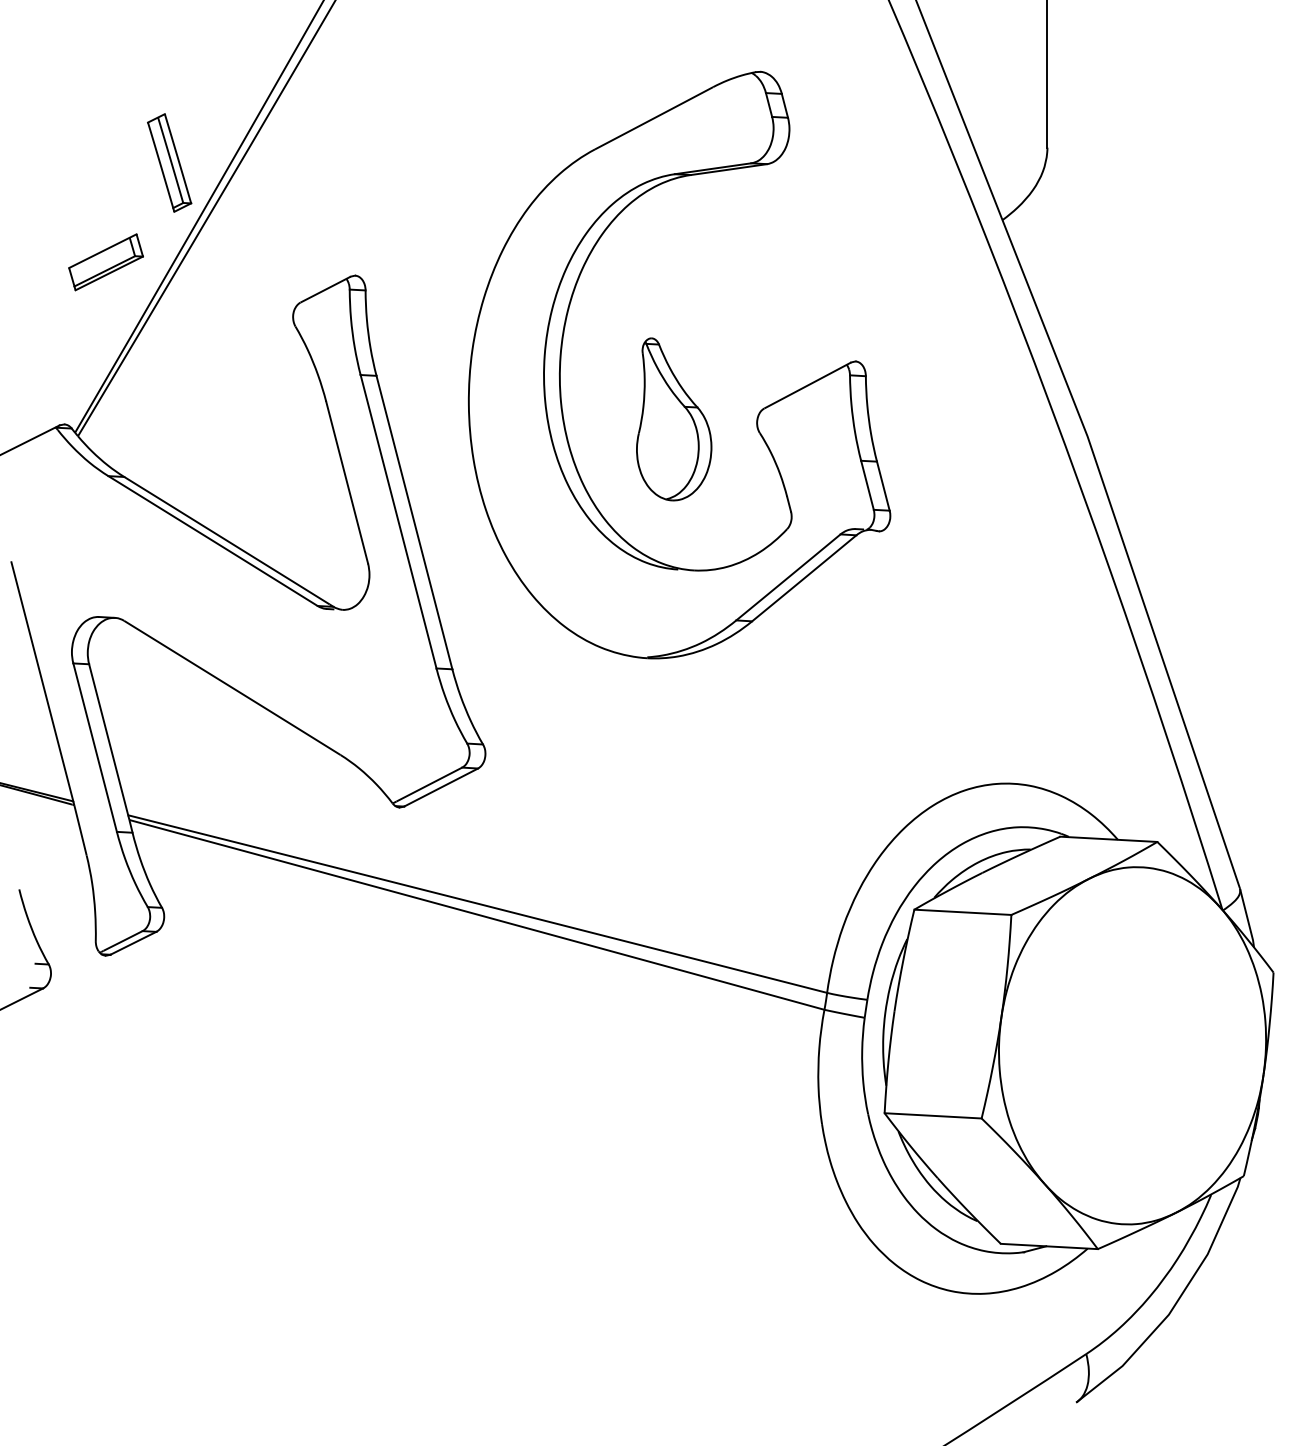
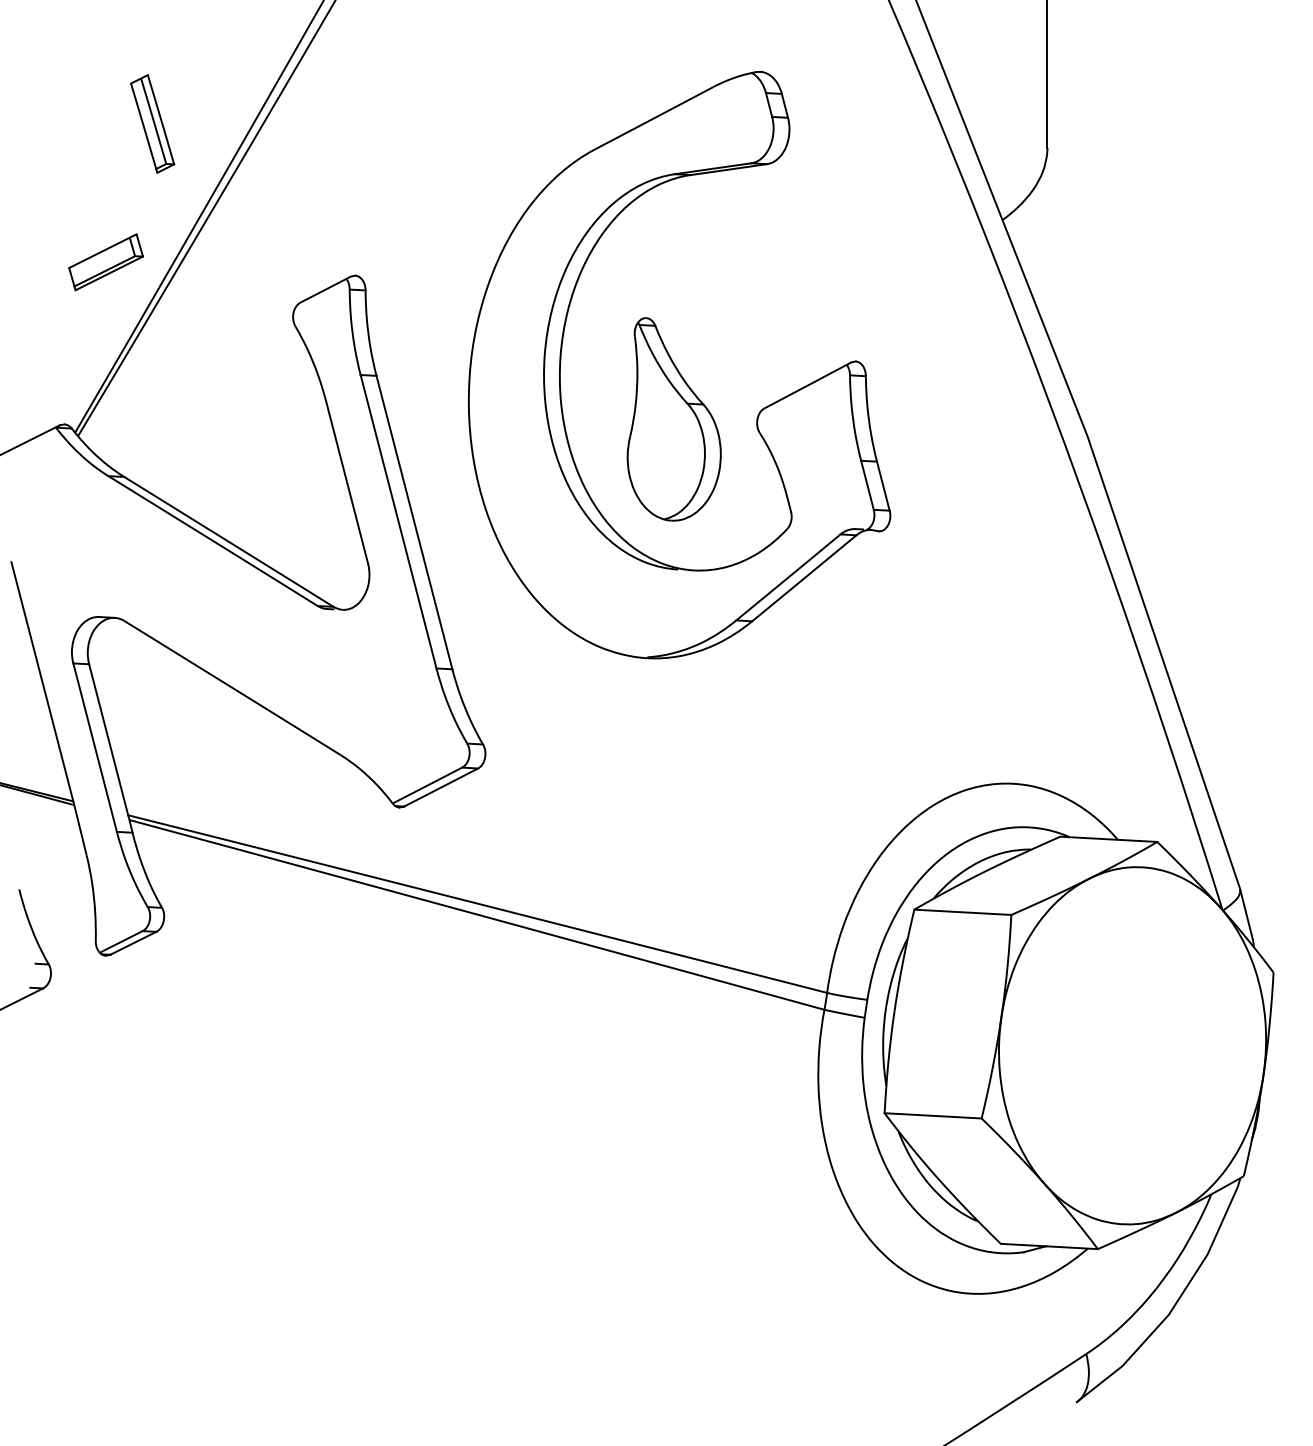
part at (169, 162) position: (169, 162) -> (152, 123)
part at (674, 419) size: 77x165 px -> 96x205 px
